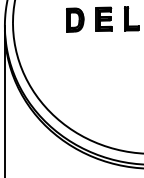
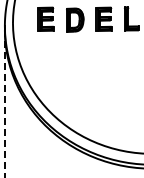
part at (45, 18): none -> present
line at (4, 104): solid -> dashed
